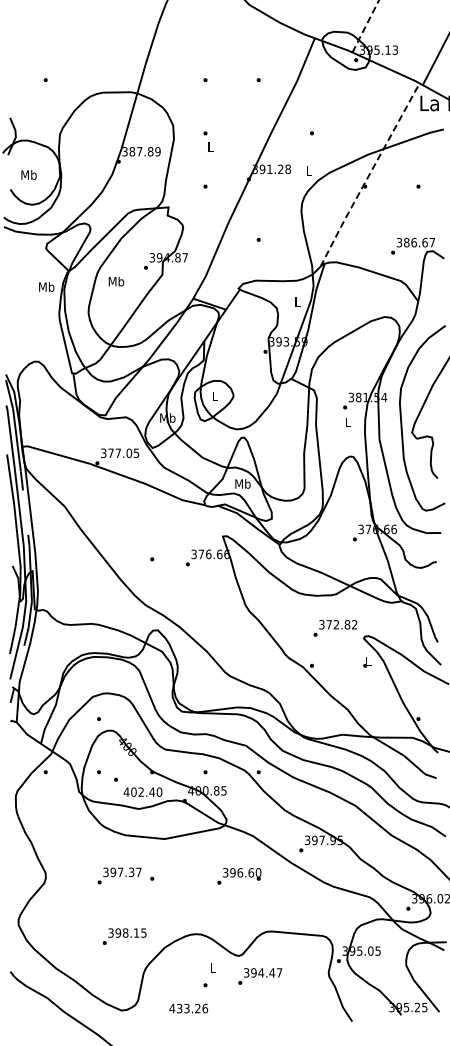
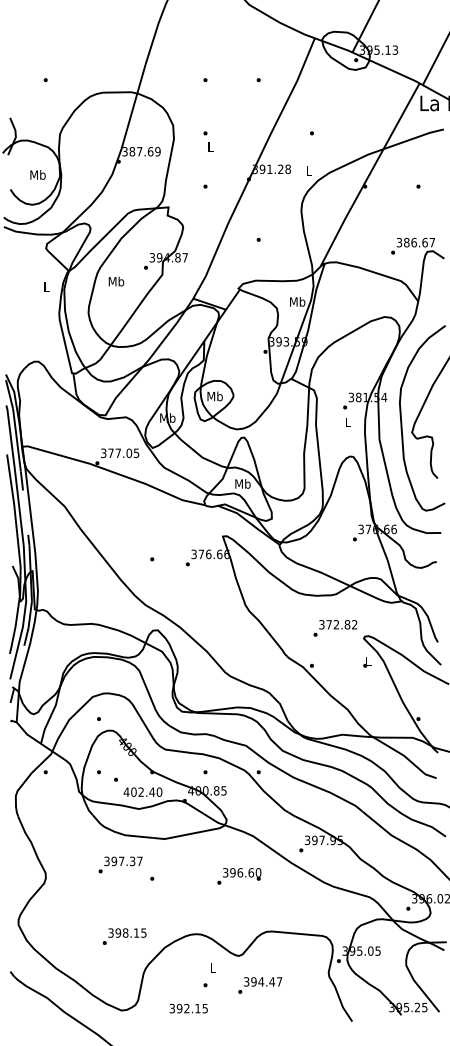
line at (366, 25): dashed -> solid
text at (150, 151): 387.89 -> 387.69
text at (28, 174) position: (28, 174) -> (37, 174)
line at (369, 174): dashed -> solid
text at (46, 286): Mb -> L
text at (297, 301): L -> Mb
text at (214, 396): L -> Mb
text at (119, 875) position: (119, 875) -> (120, 864)
text at (260, 976) position: (260, 976) -> (260, 985)
text at (188, 1008): 433.26 -> 392.15
